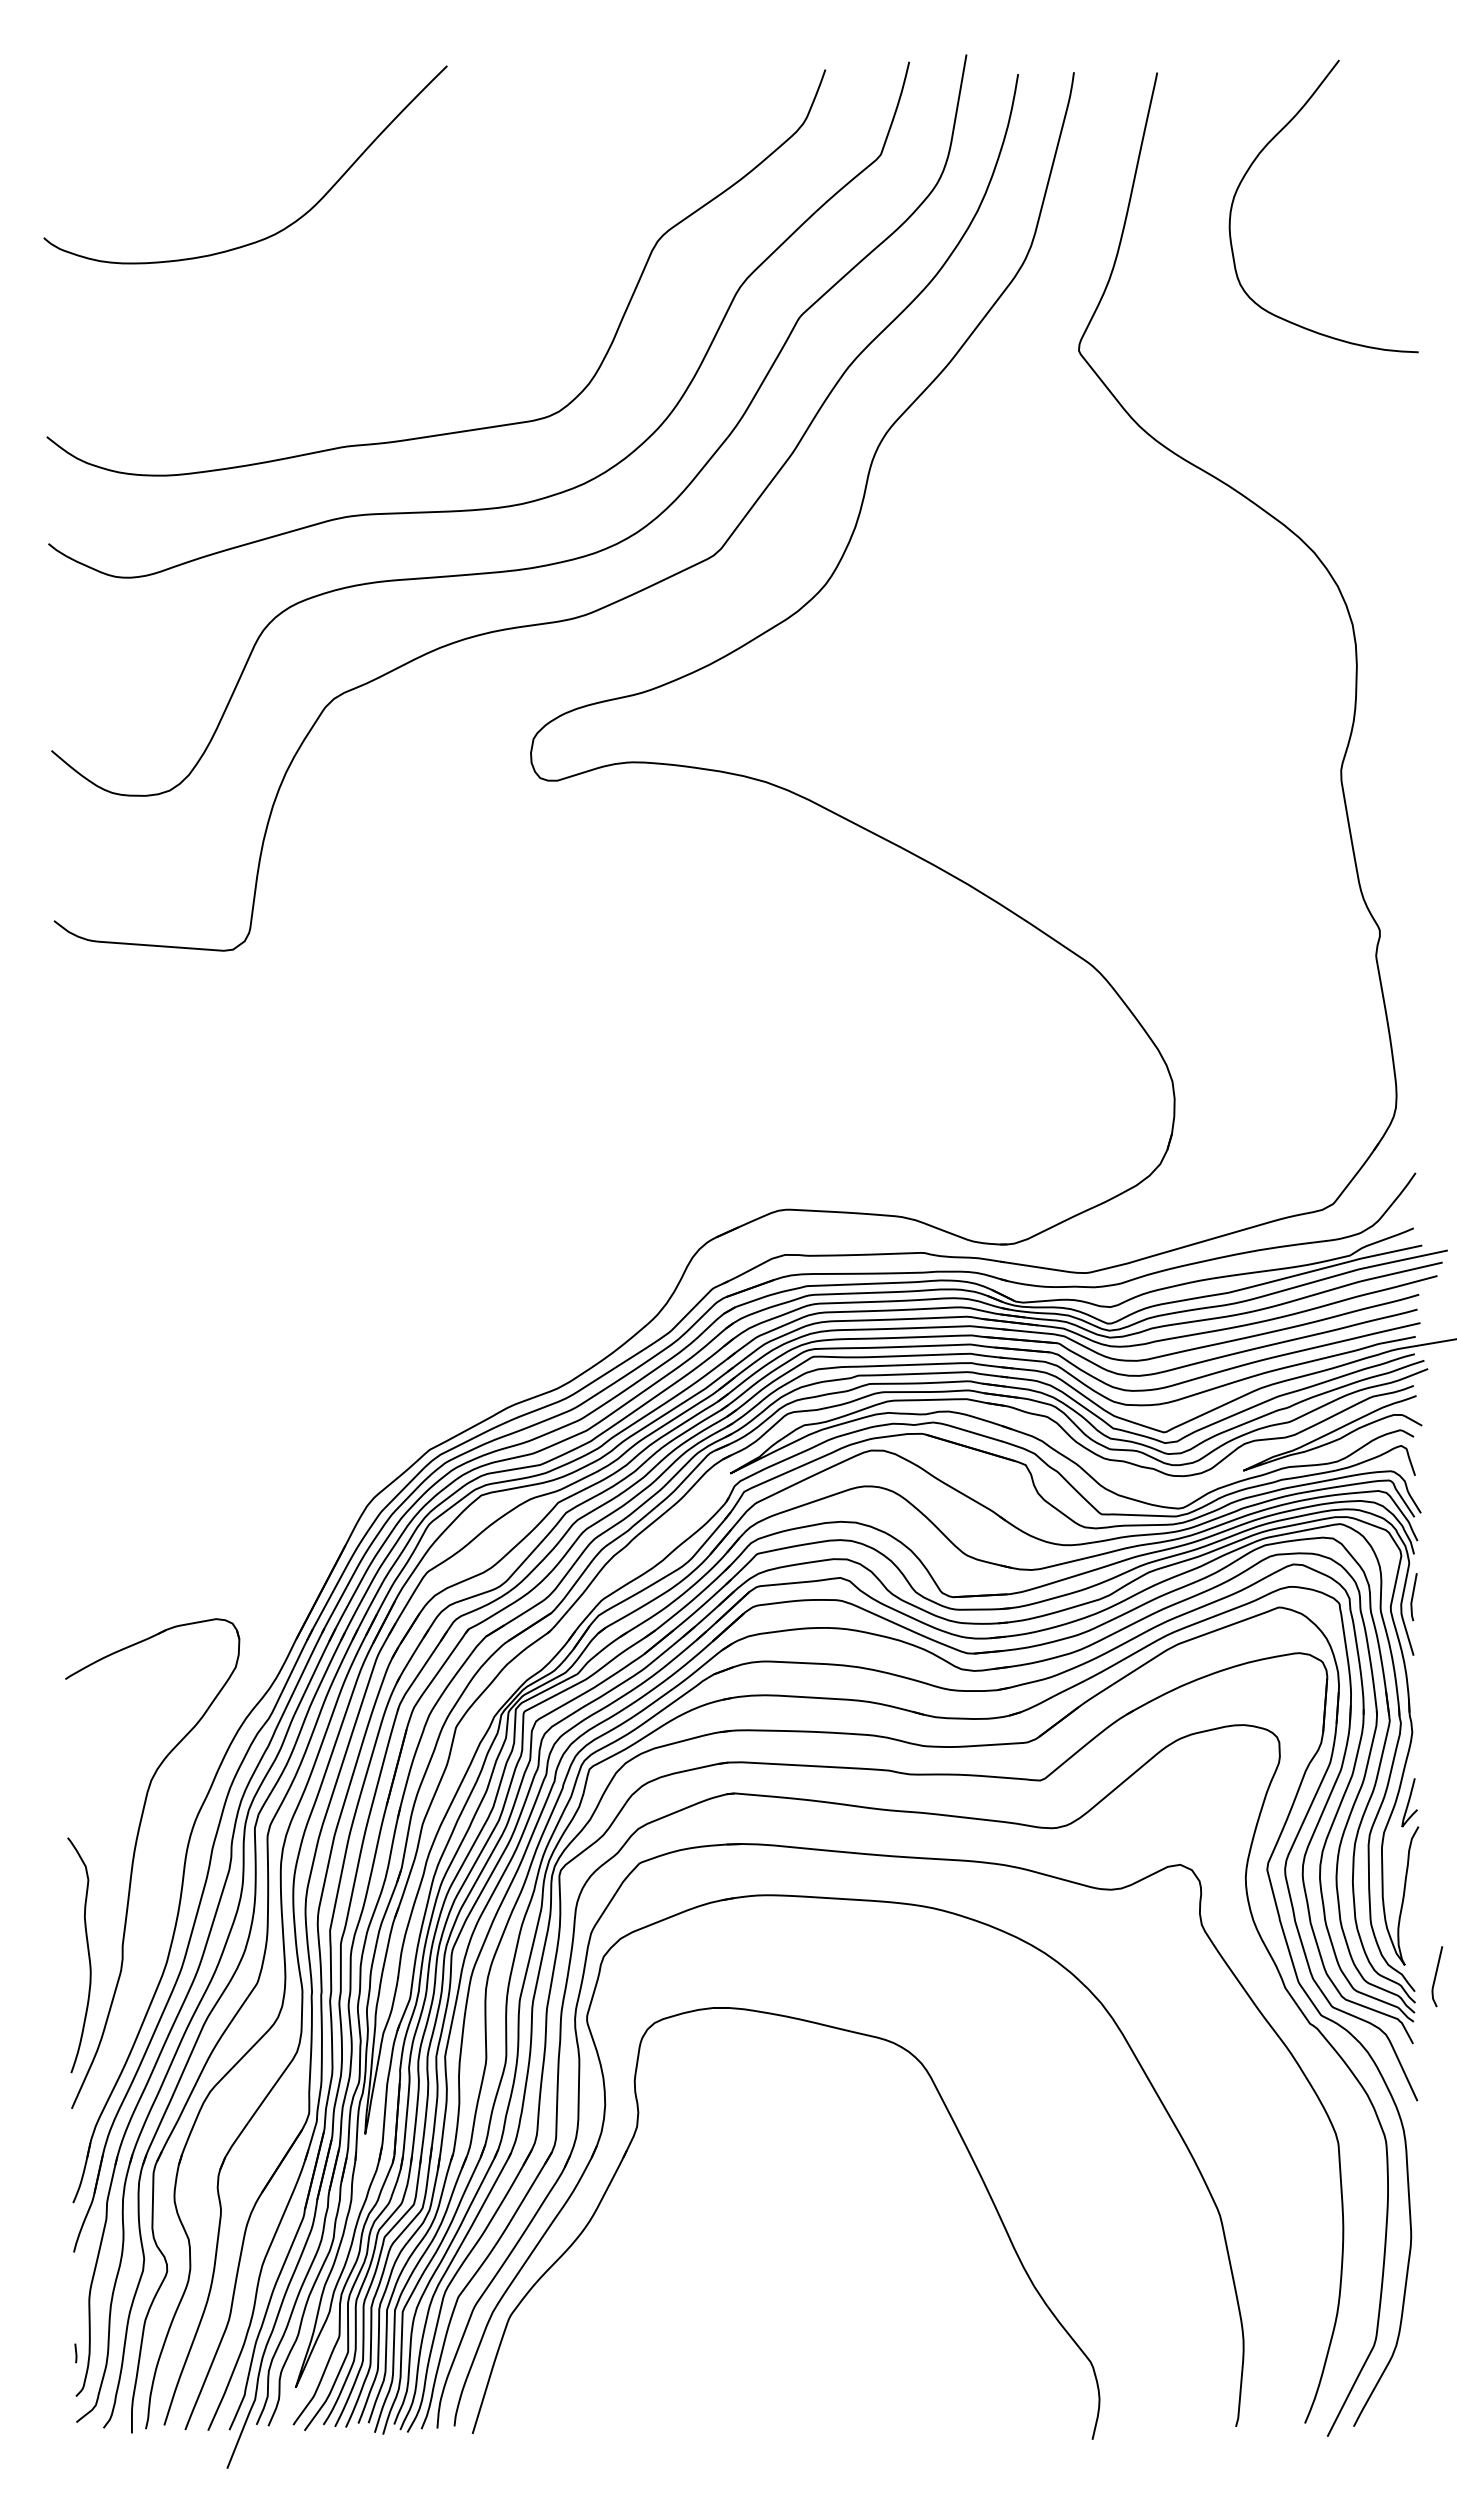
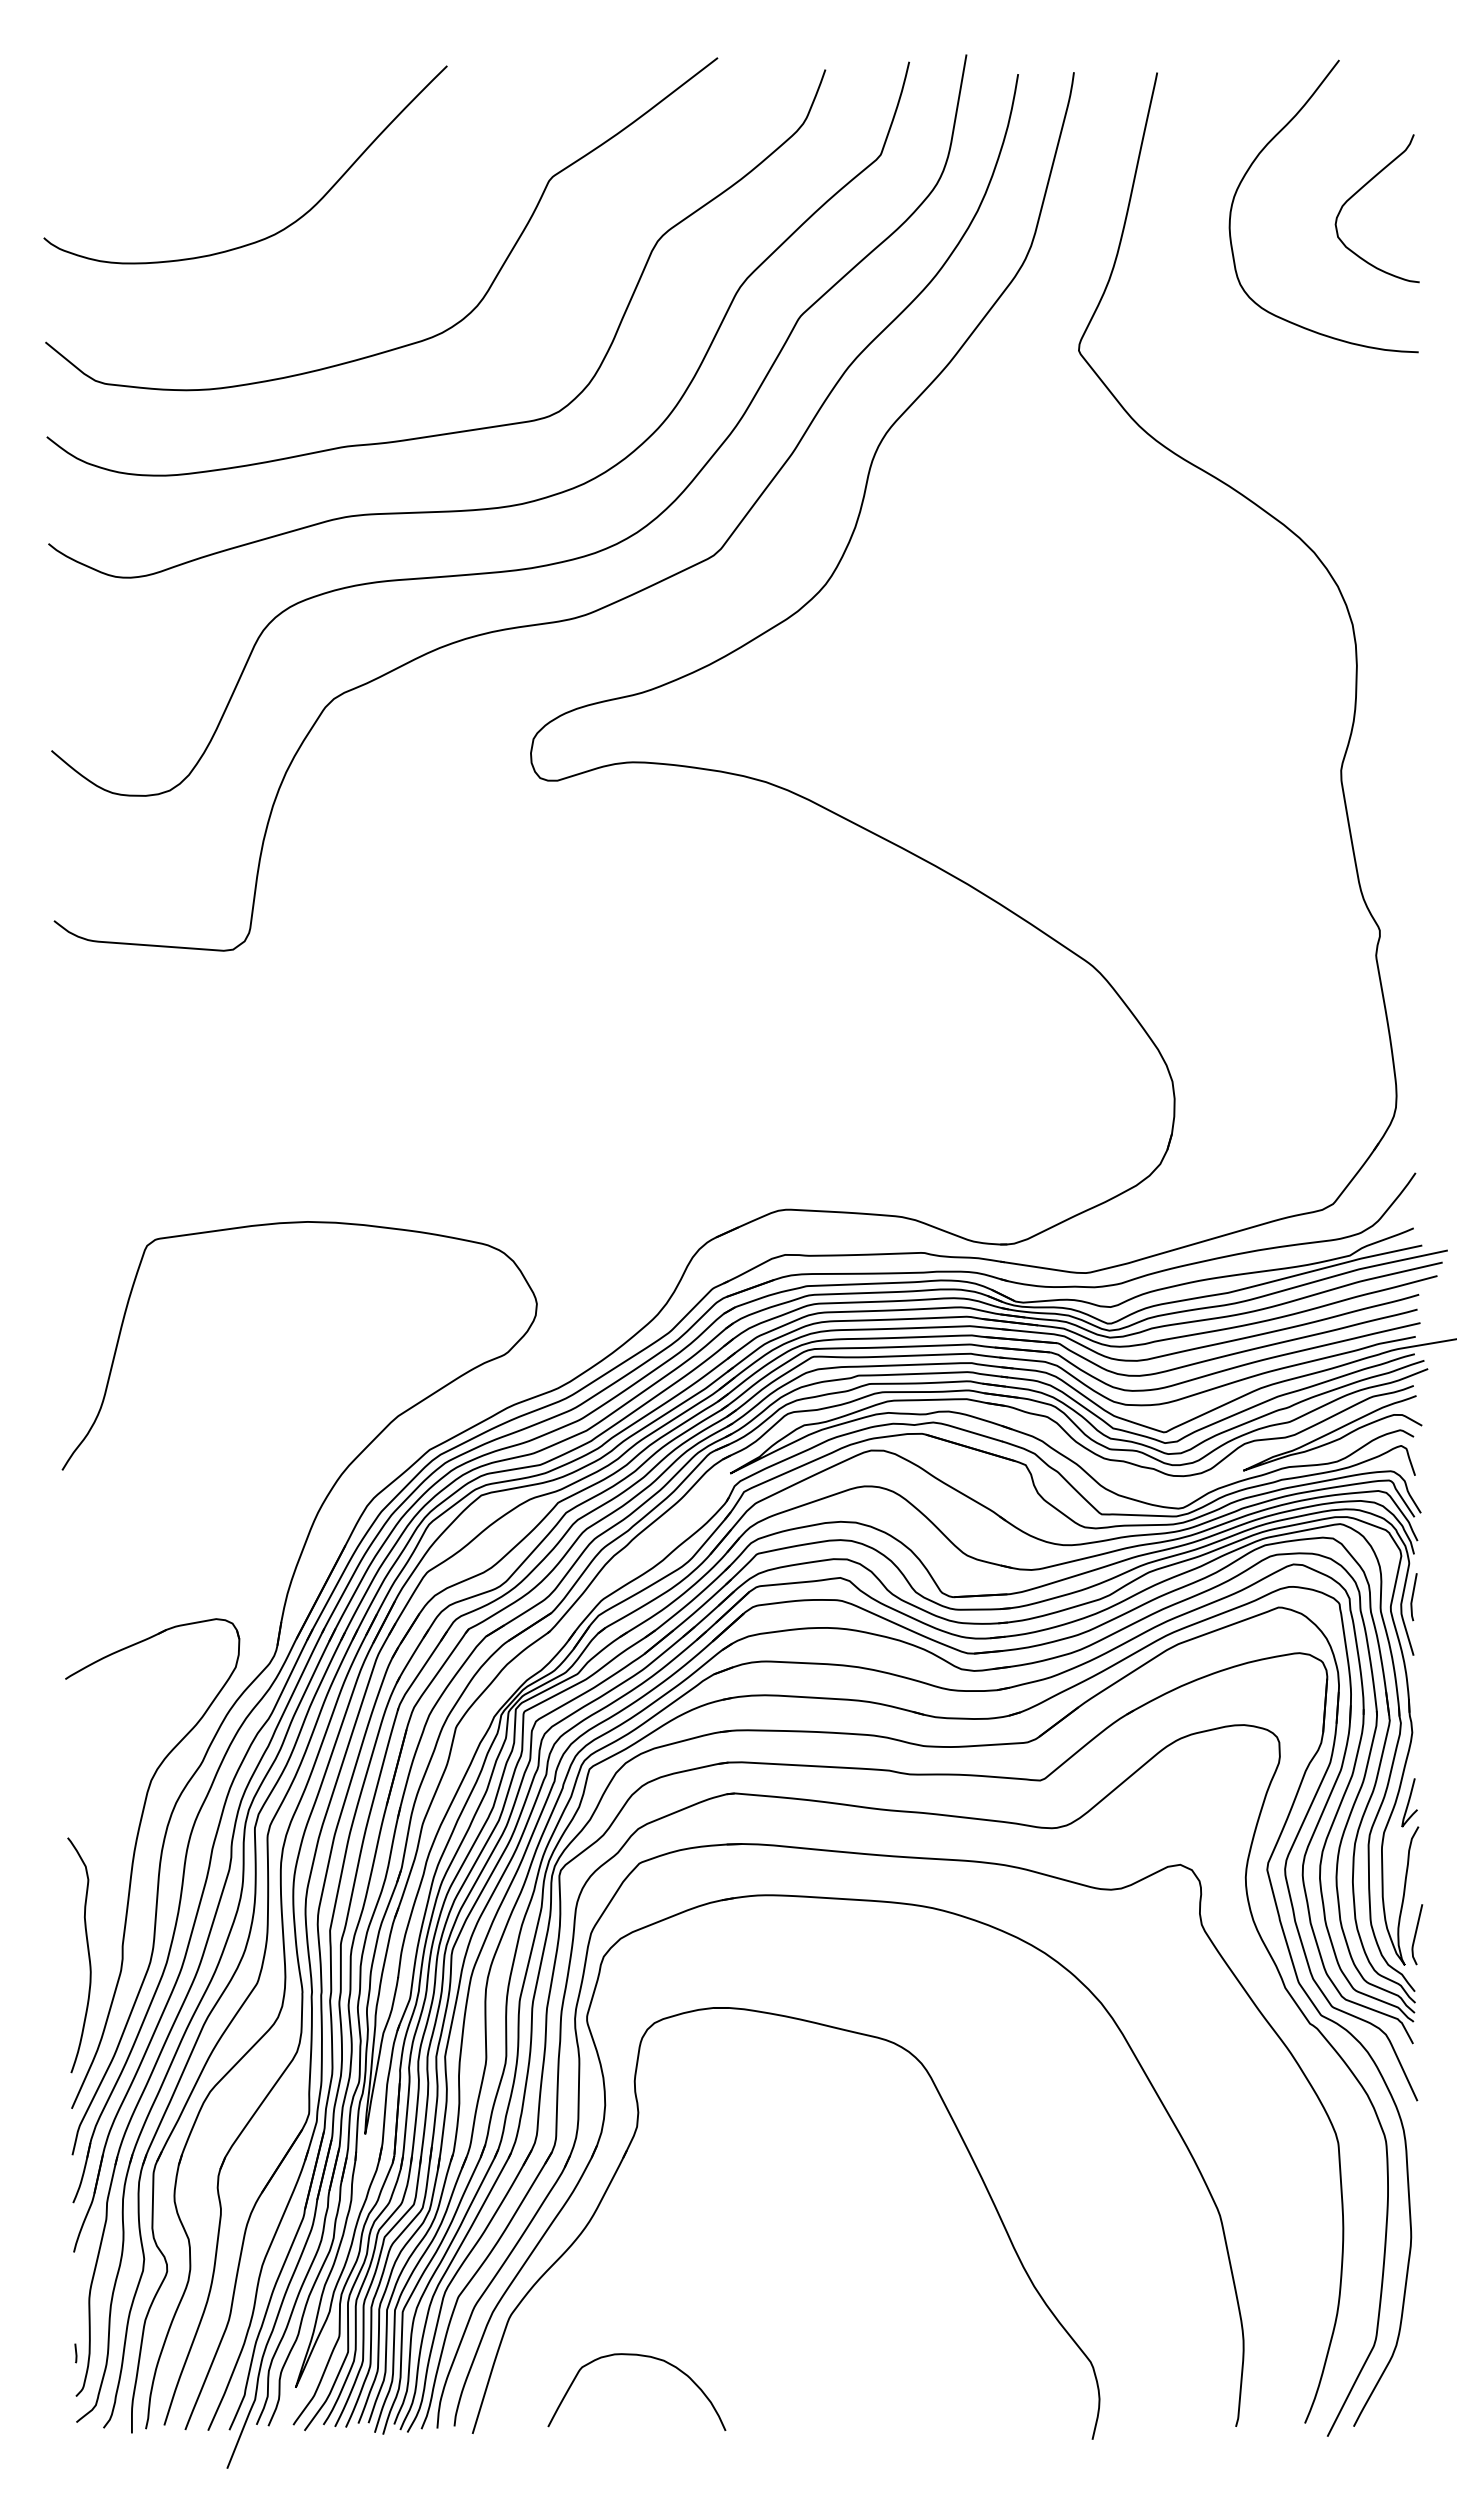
curve at (1359, 191): none -> present
curve at (412, 342): none -> present
part at (270, 1664): none -> present
curve at (1436, 1976) position: (1436, 1976) -> (1416, 1934)
curve at (639, 2356): none -> present
